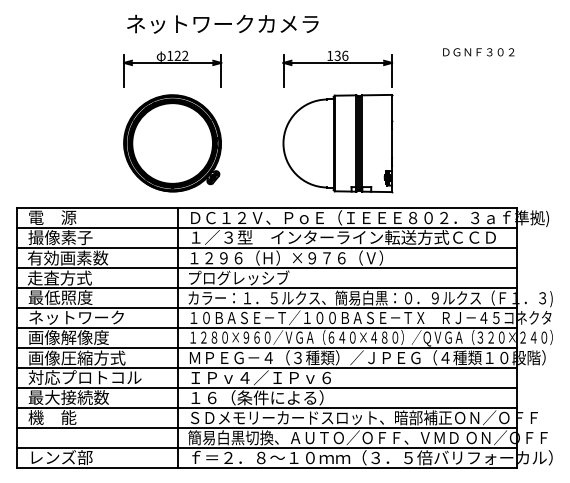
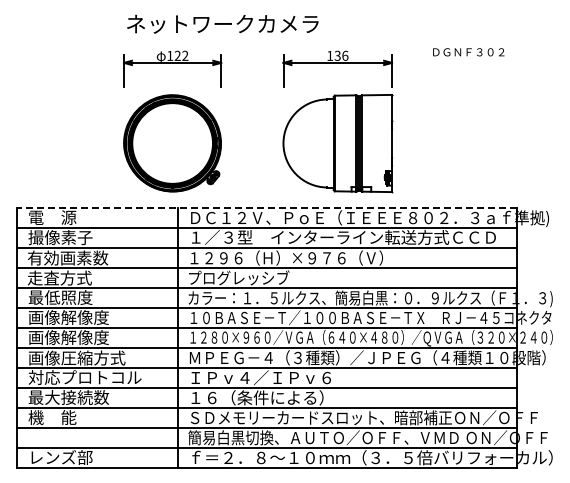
text at (478, 52) position: (478, 52) -> (468, 52)
line at (267, 208): solid -> dashed
text at (75, 317): ネットワーク -> 画像解像度
